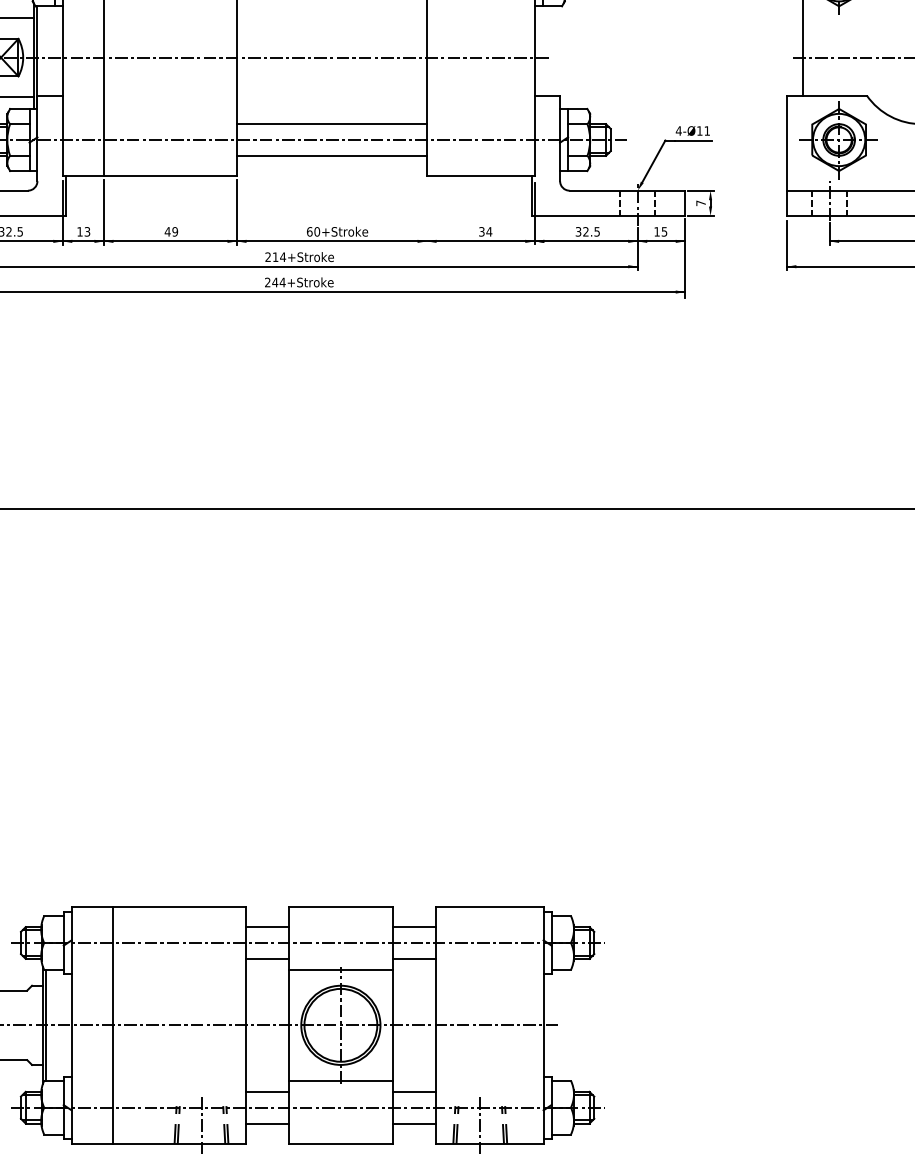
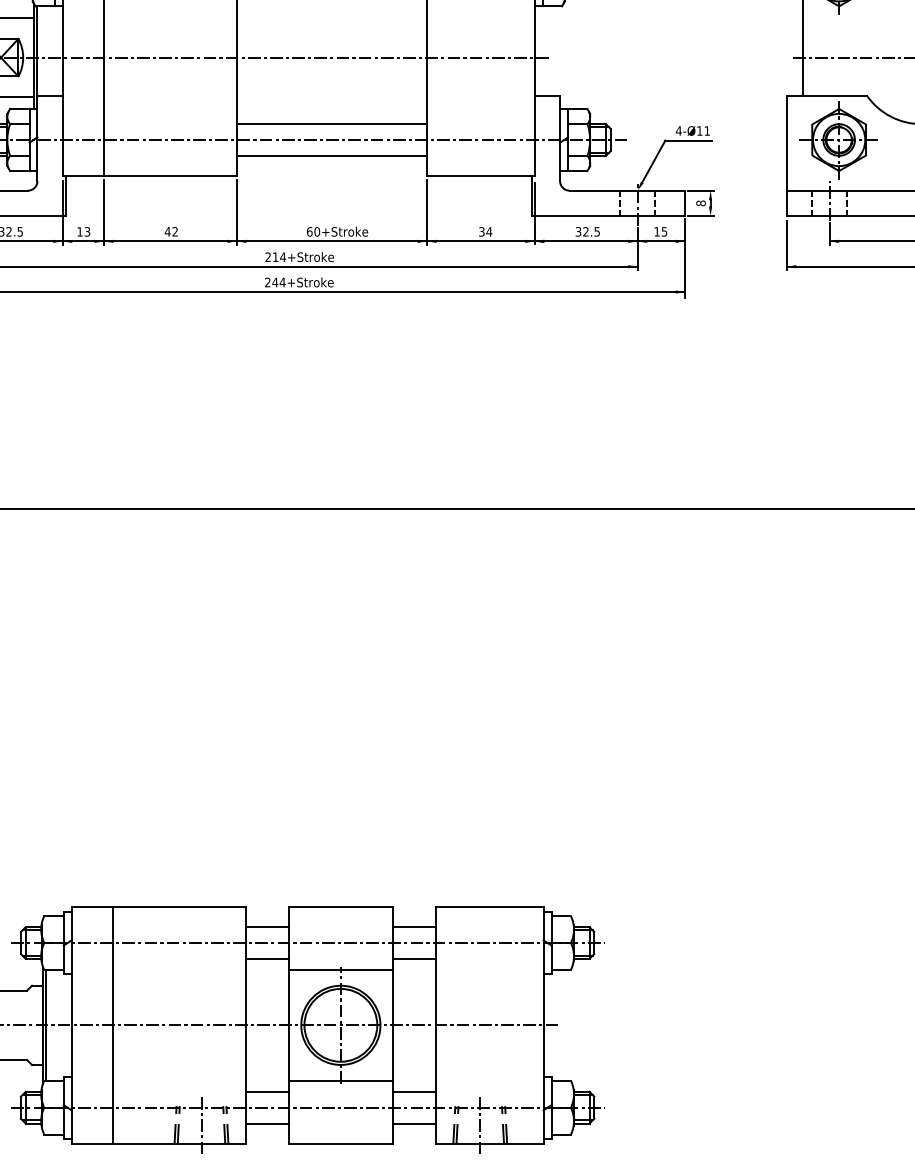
text at (700, 203): 7 -> 8
line at (427, 211): none -> present
text at (175, 231): 49 -> 42
